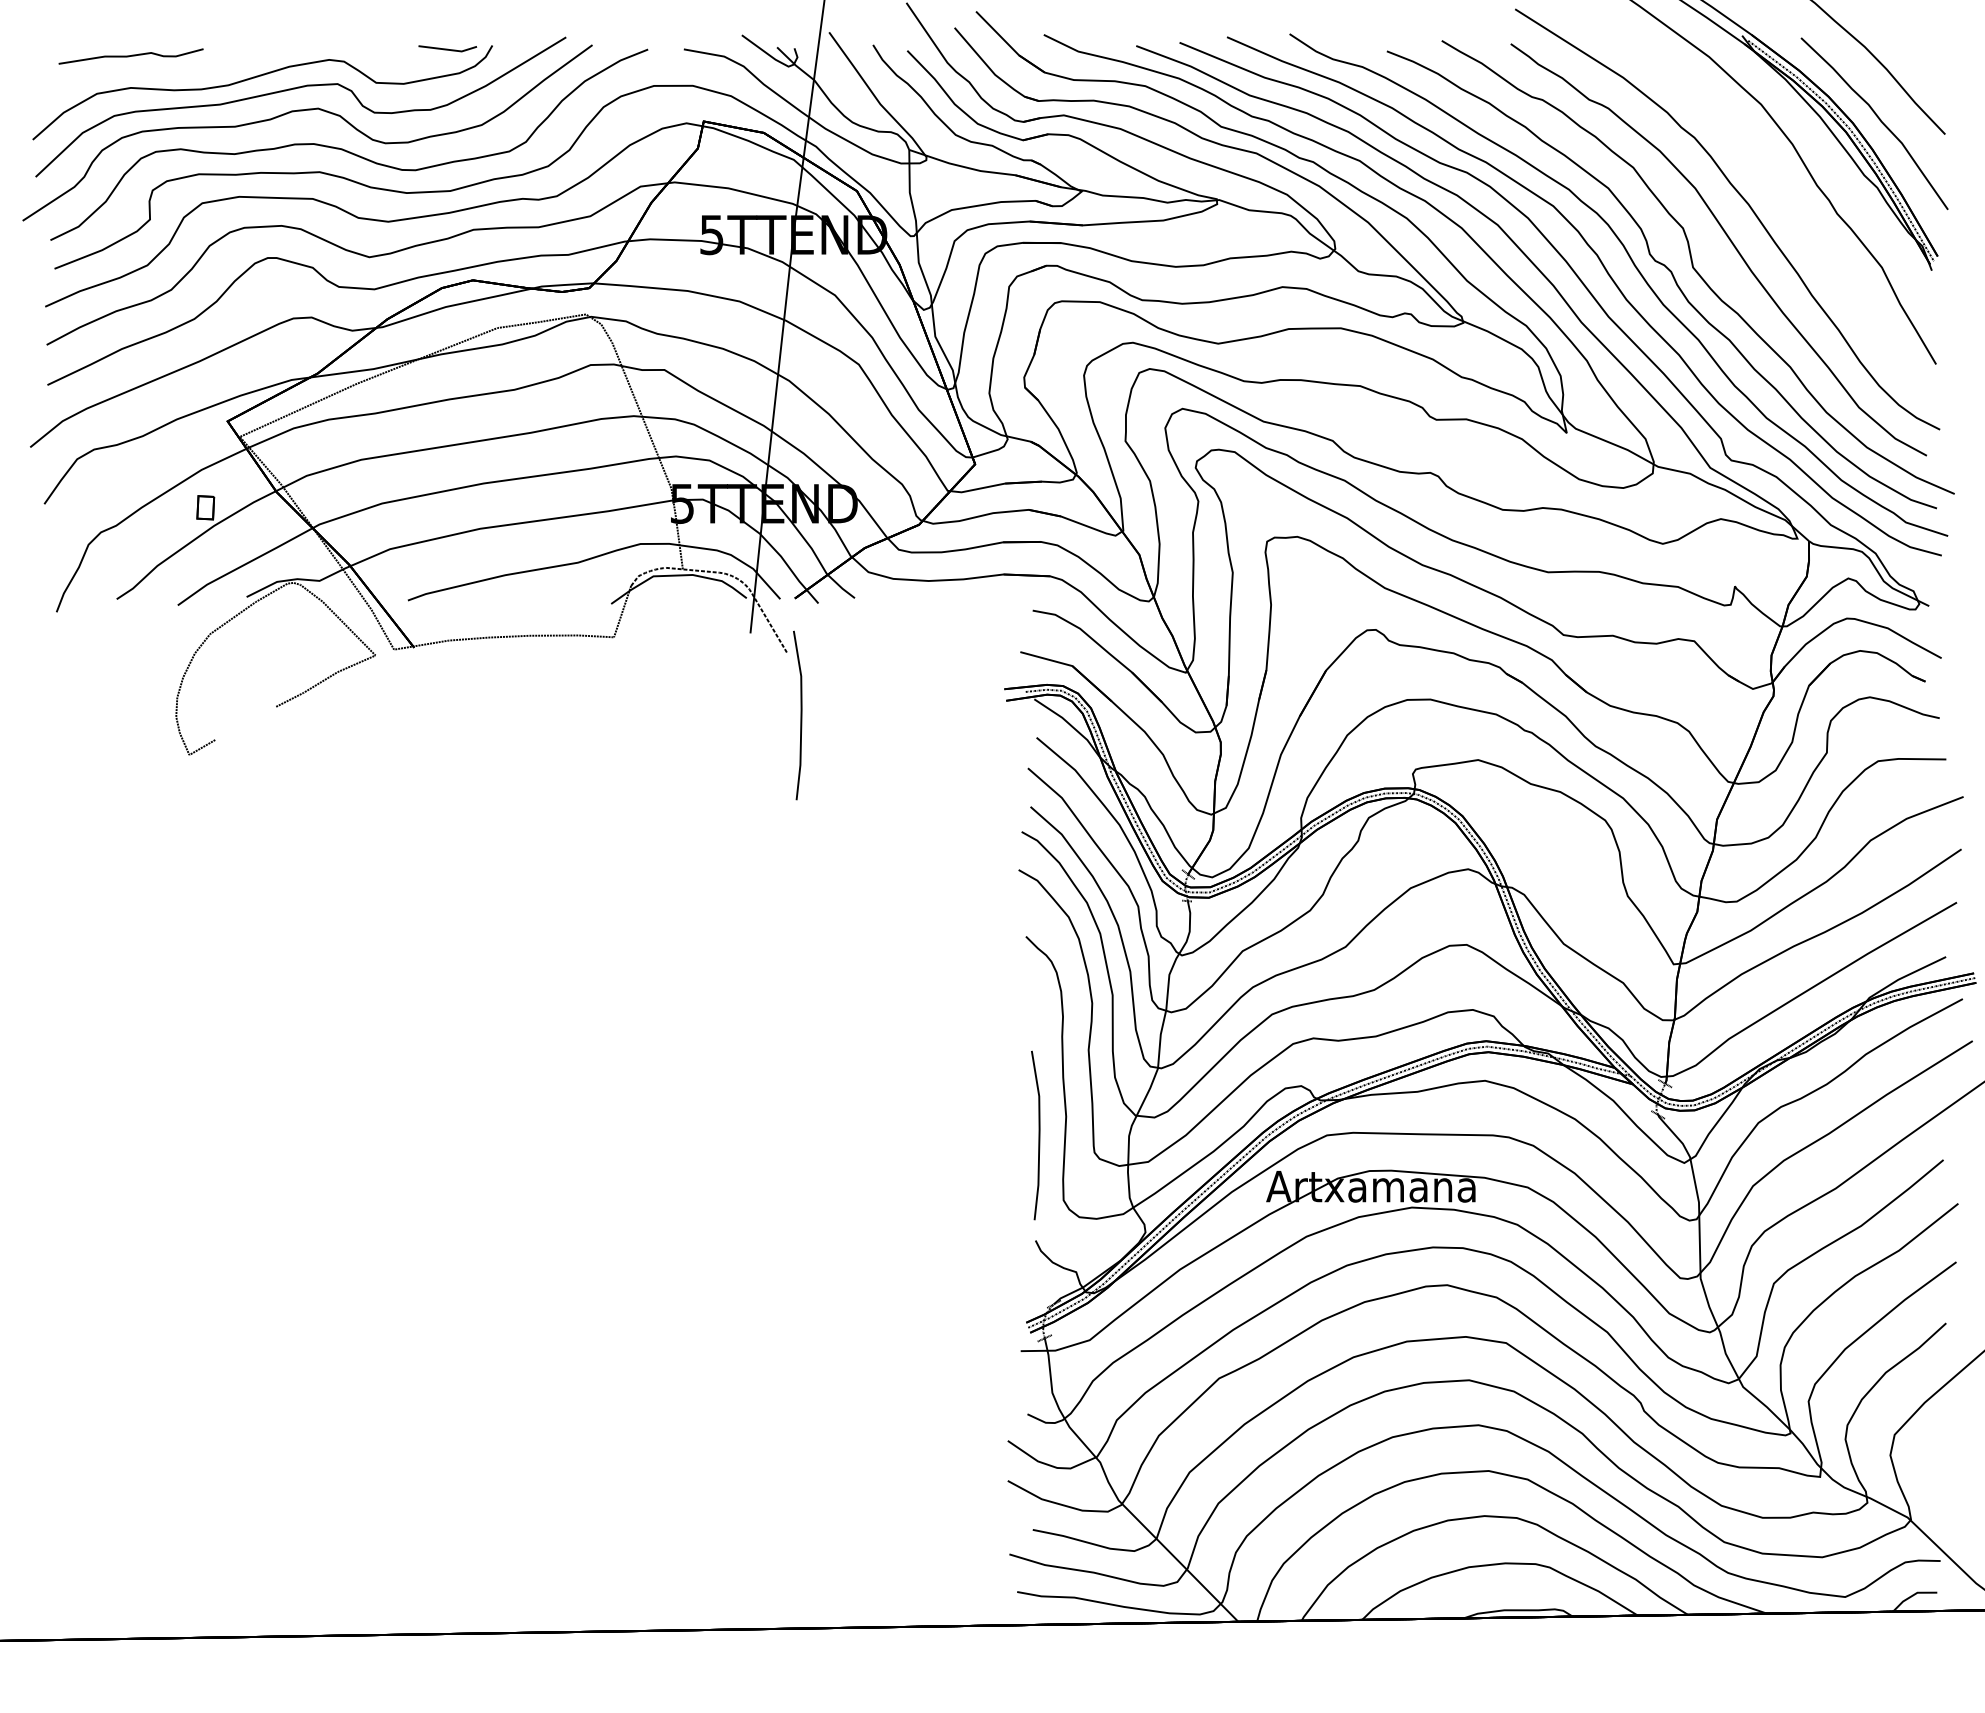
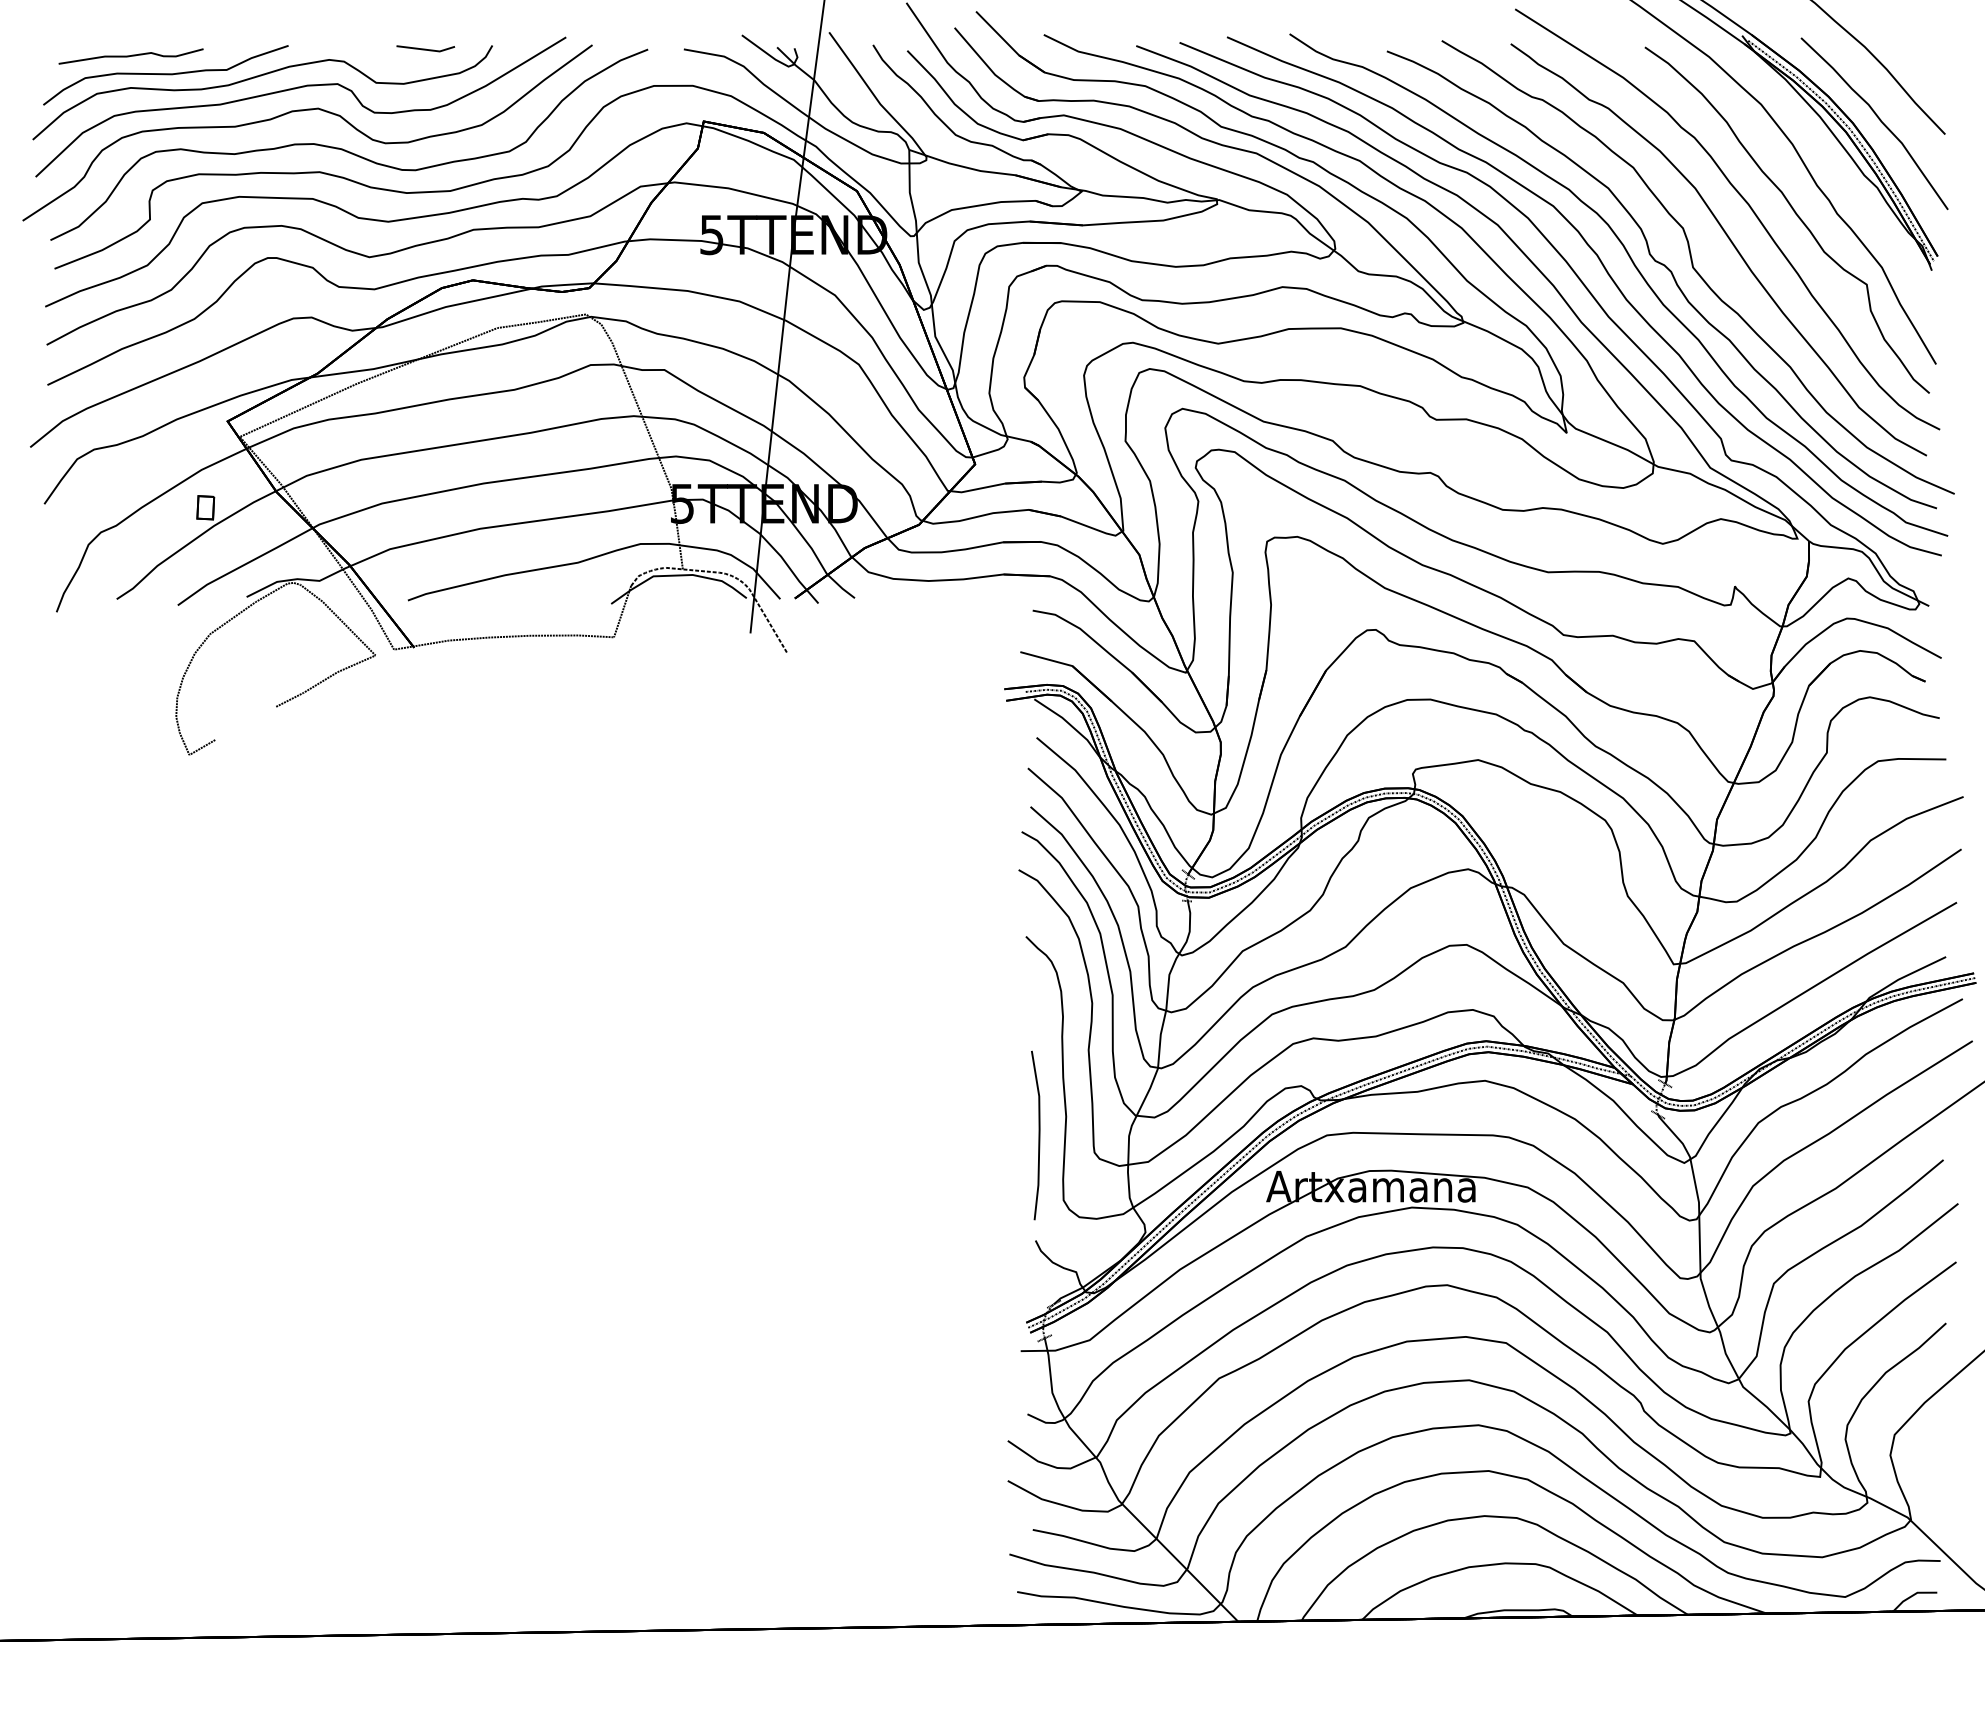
line at (447, 48) position: (447, 48) -> (425, 48)
curve at (165, 75): none -> present
part at (1794, 213): none -> present
line at (800, 715): present -> none
